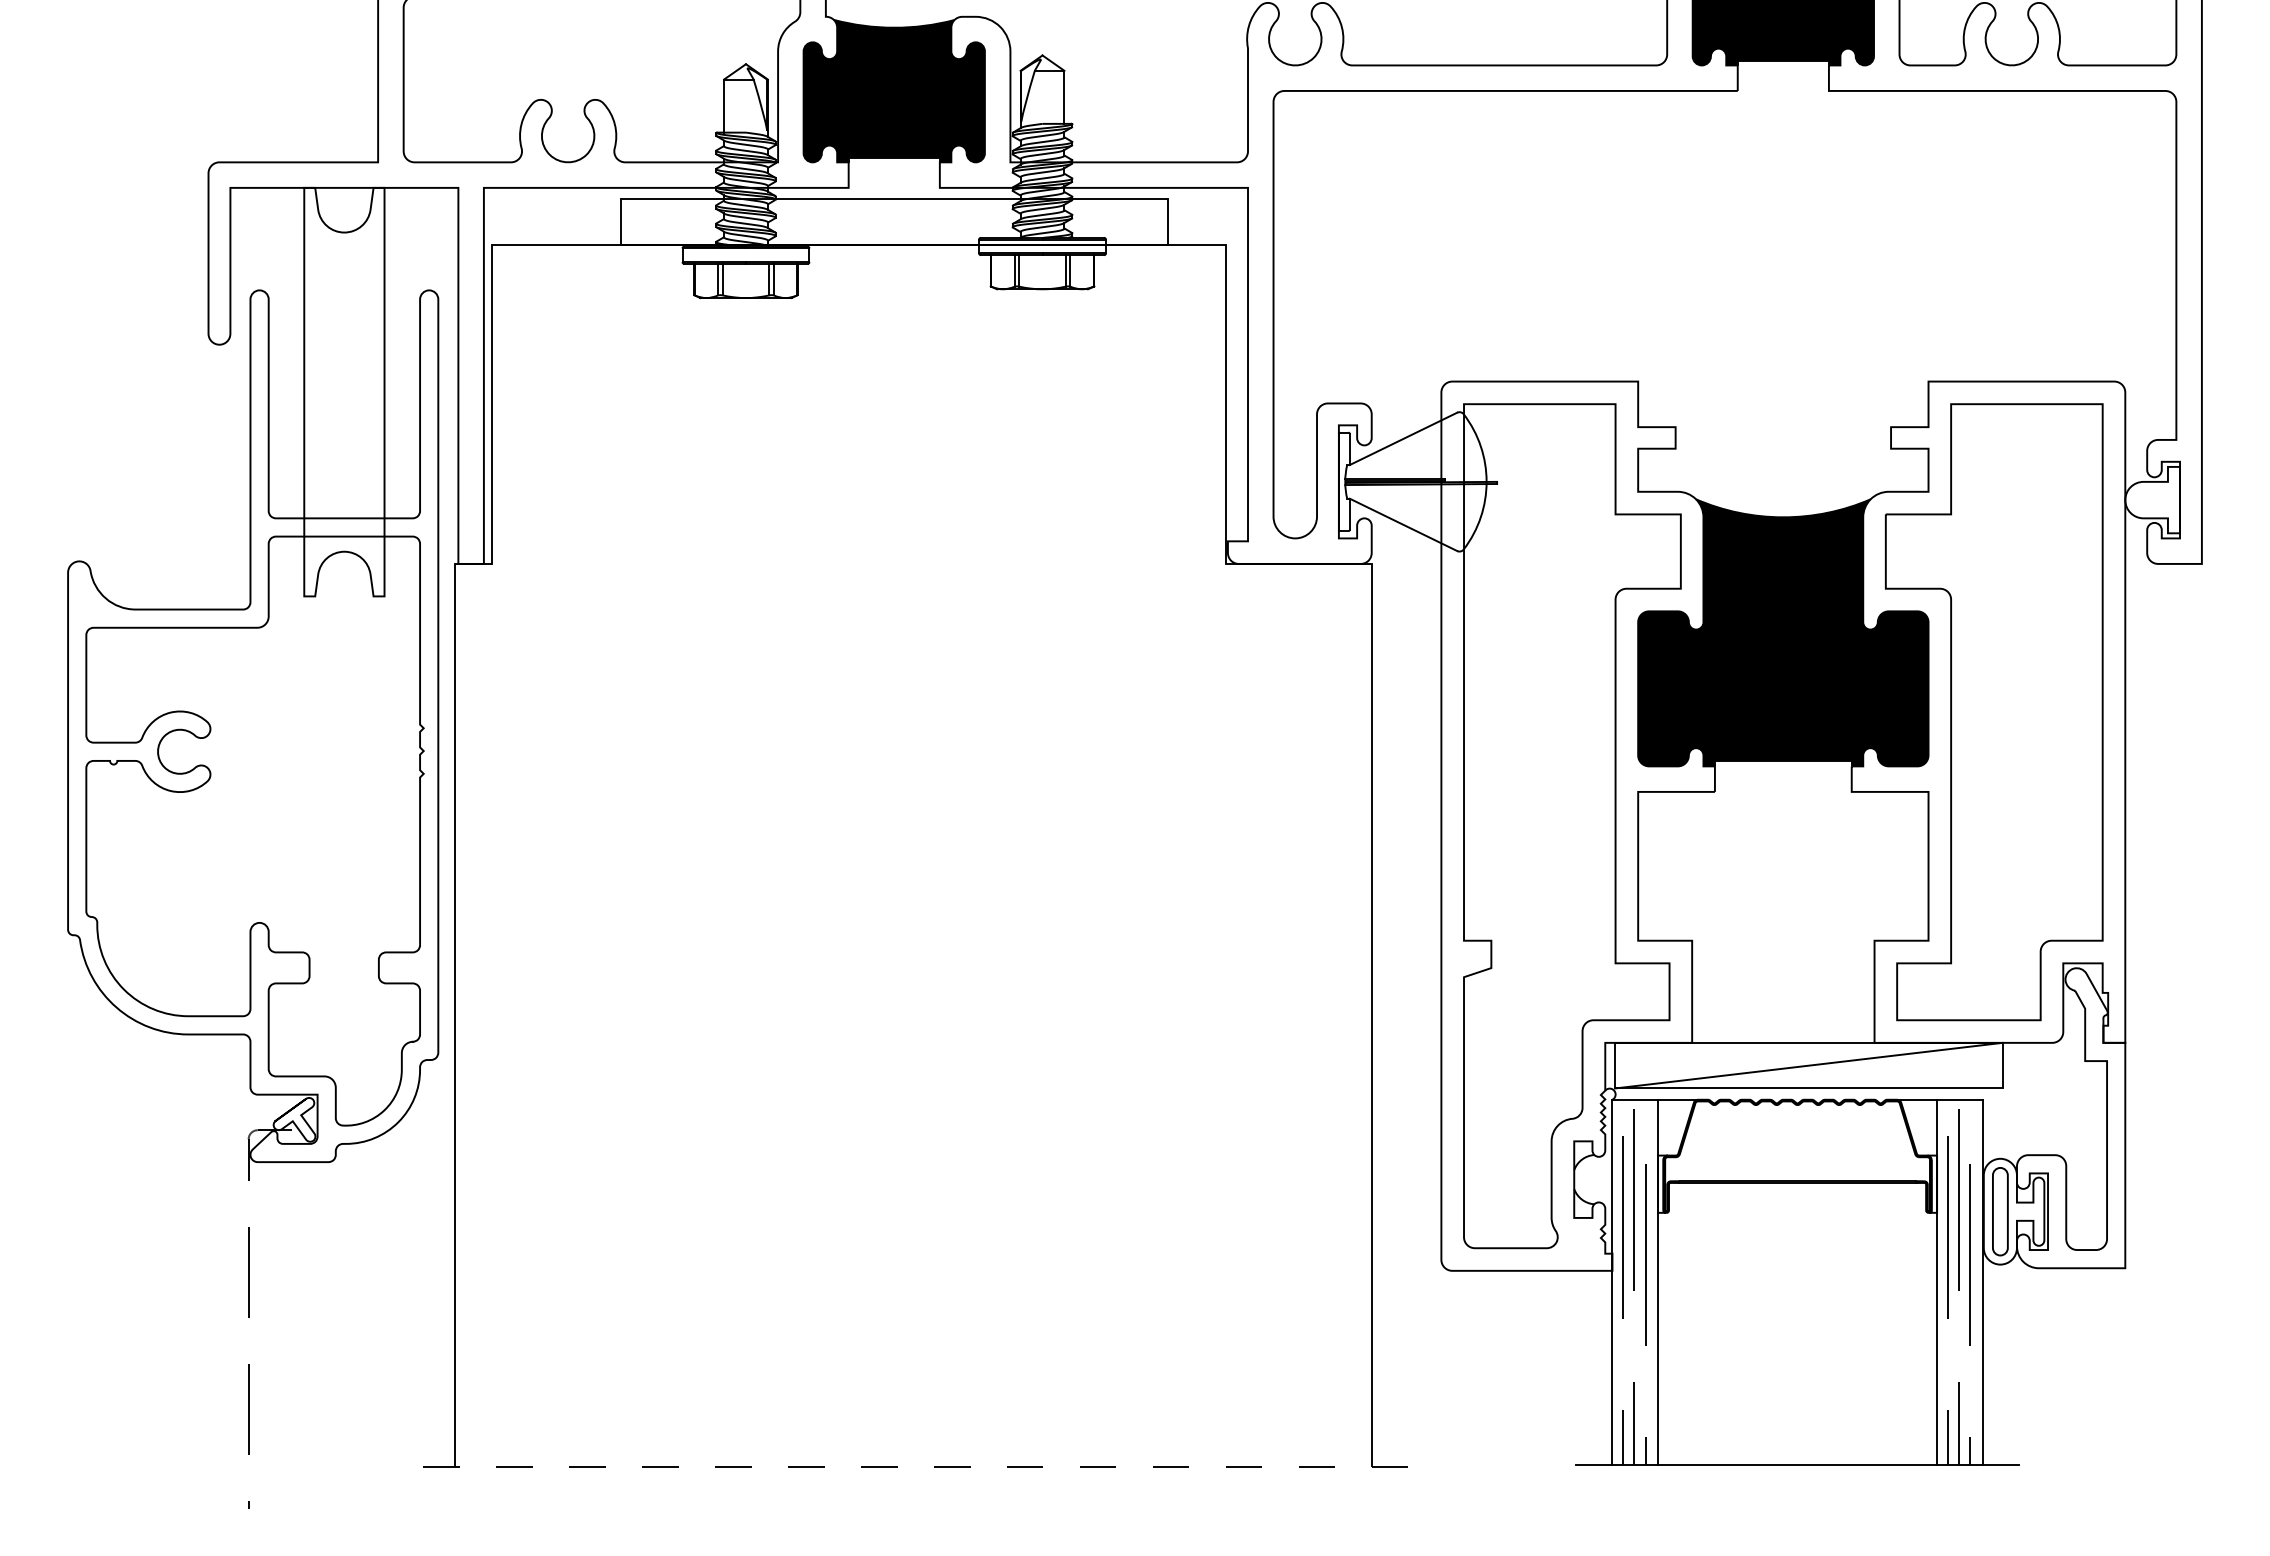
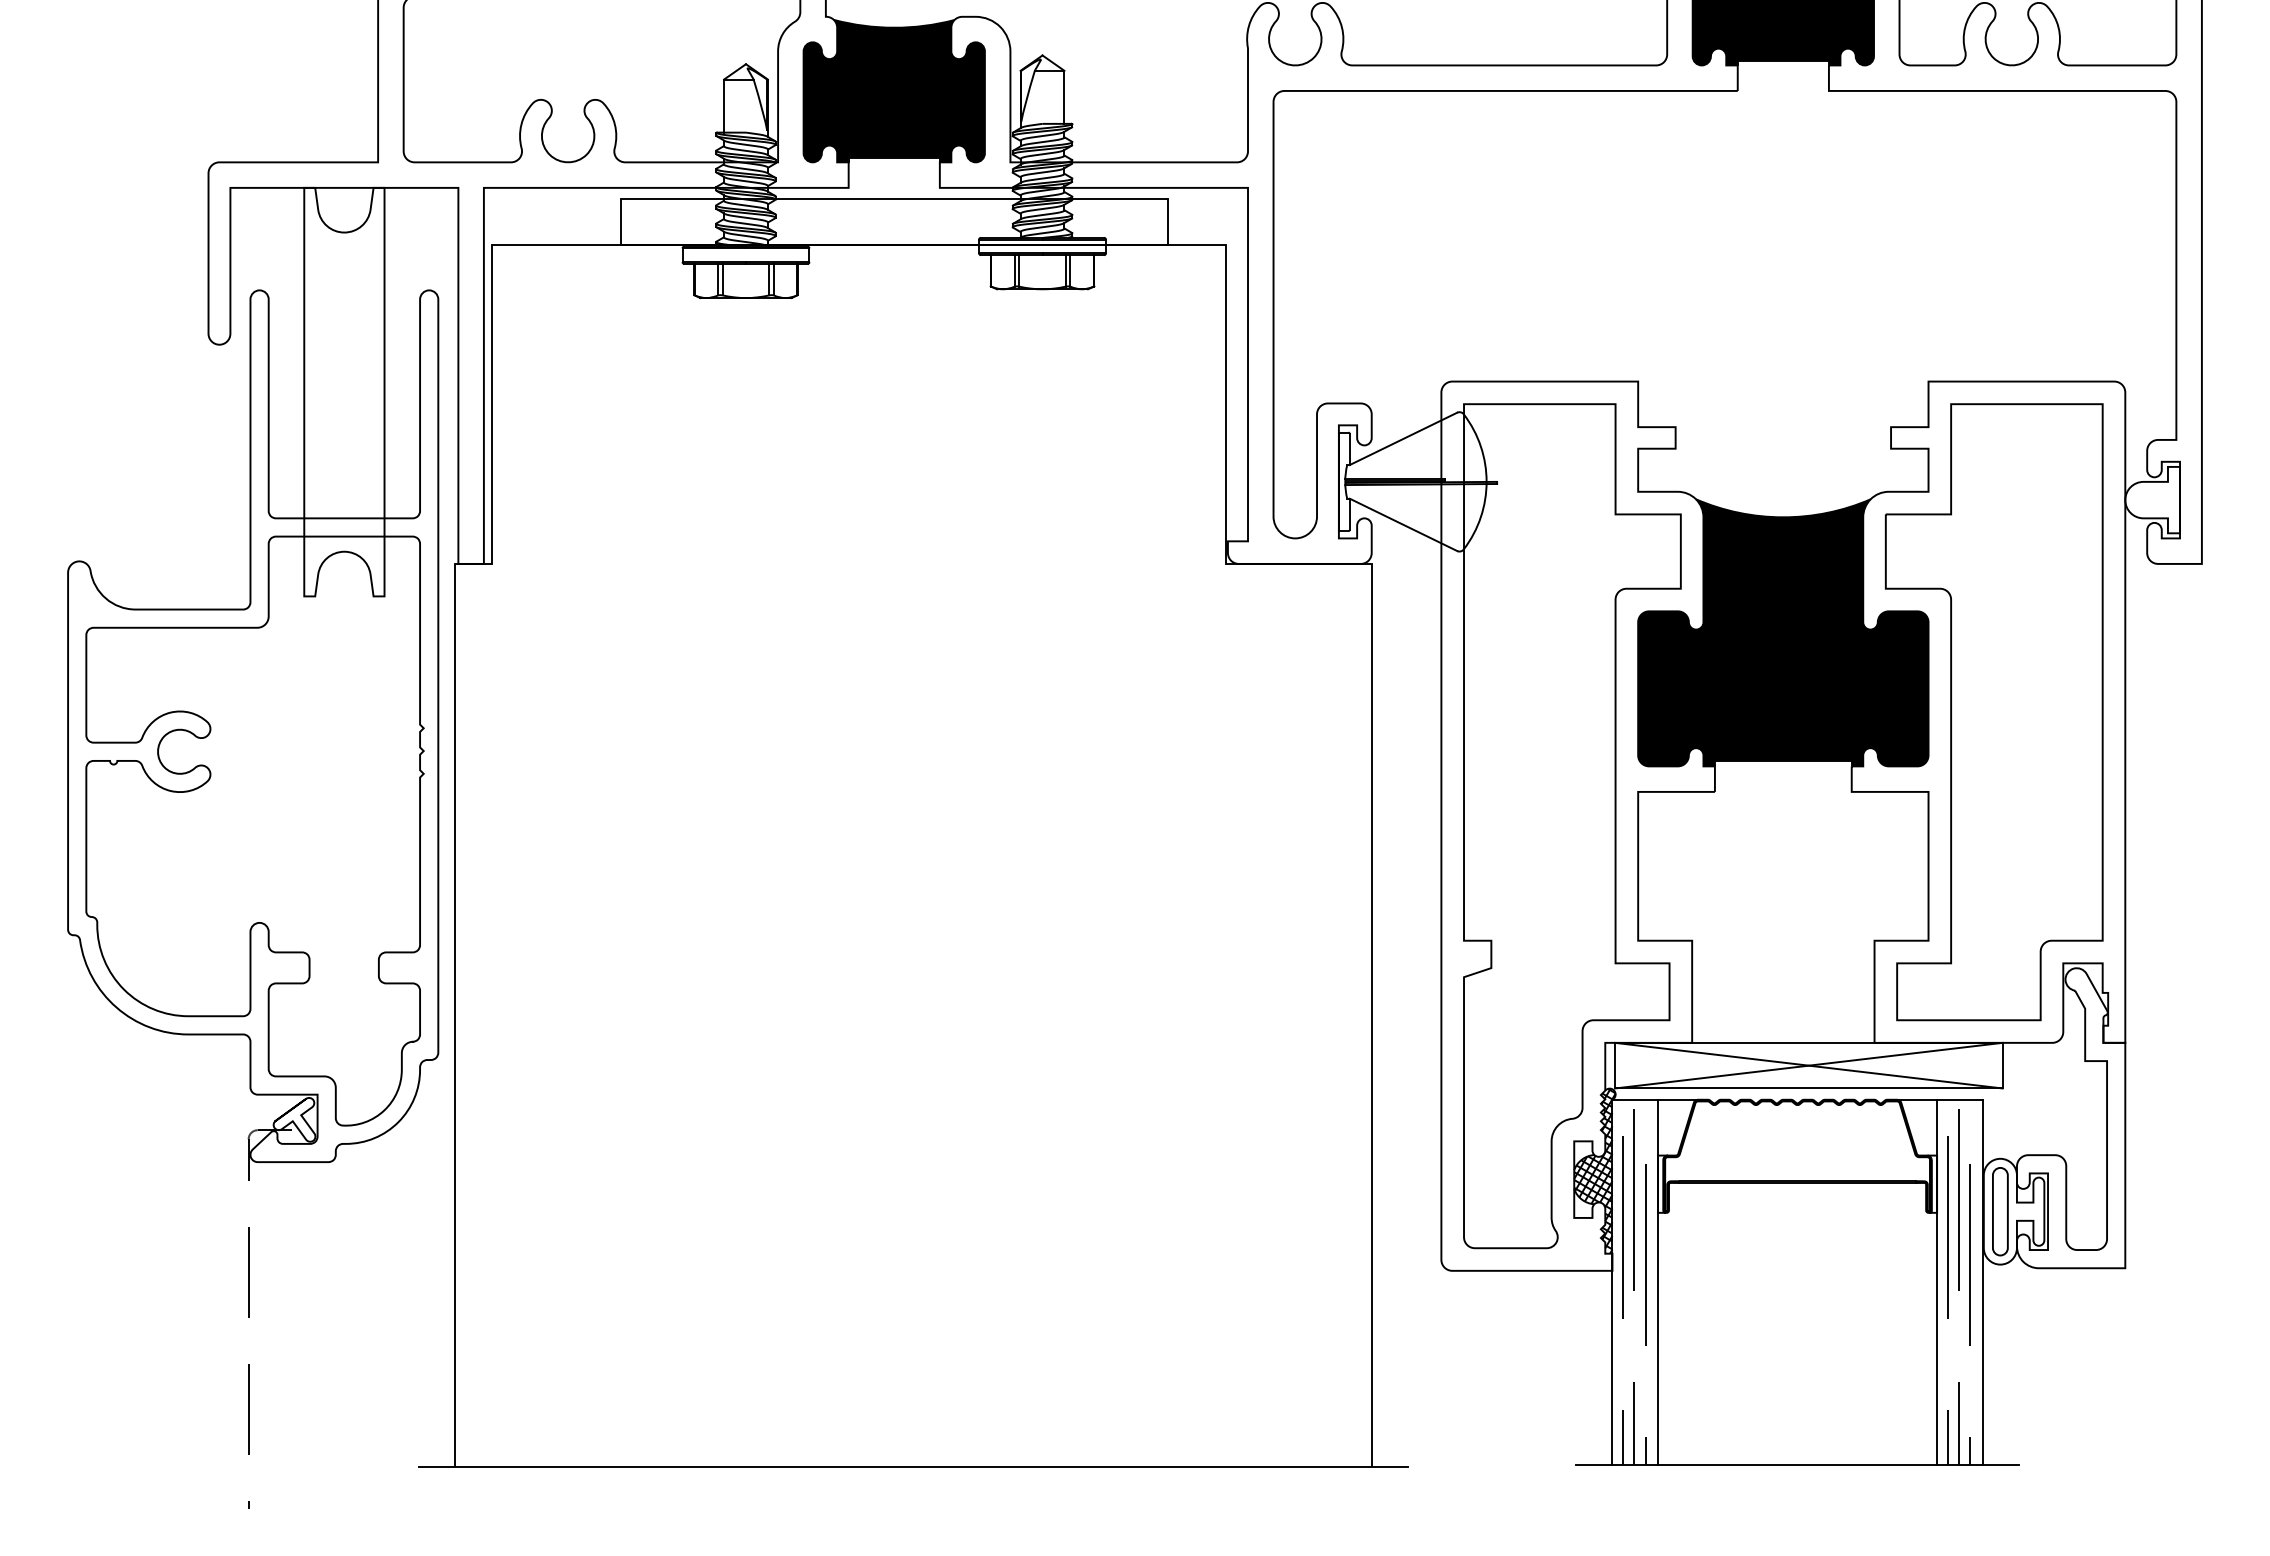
line at (1808, 1065): none -> present
hatch at (1594, 1170): none -> present
line at (913, 1467): dashed -> solid
